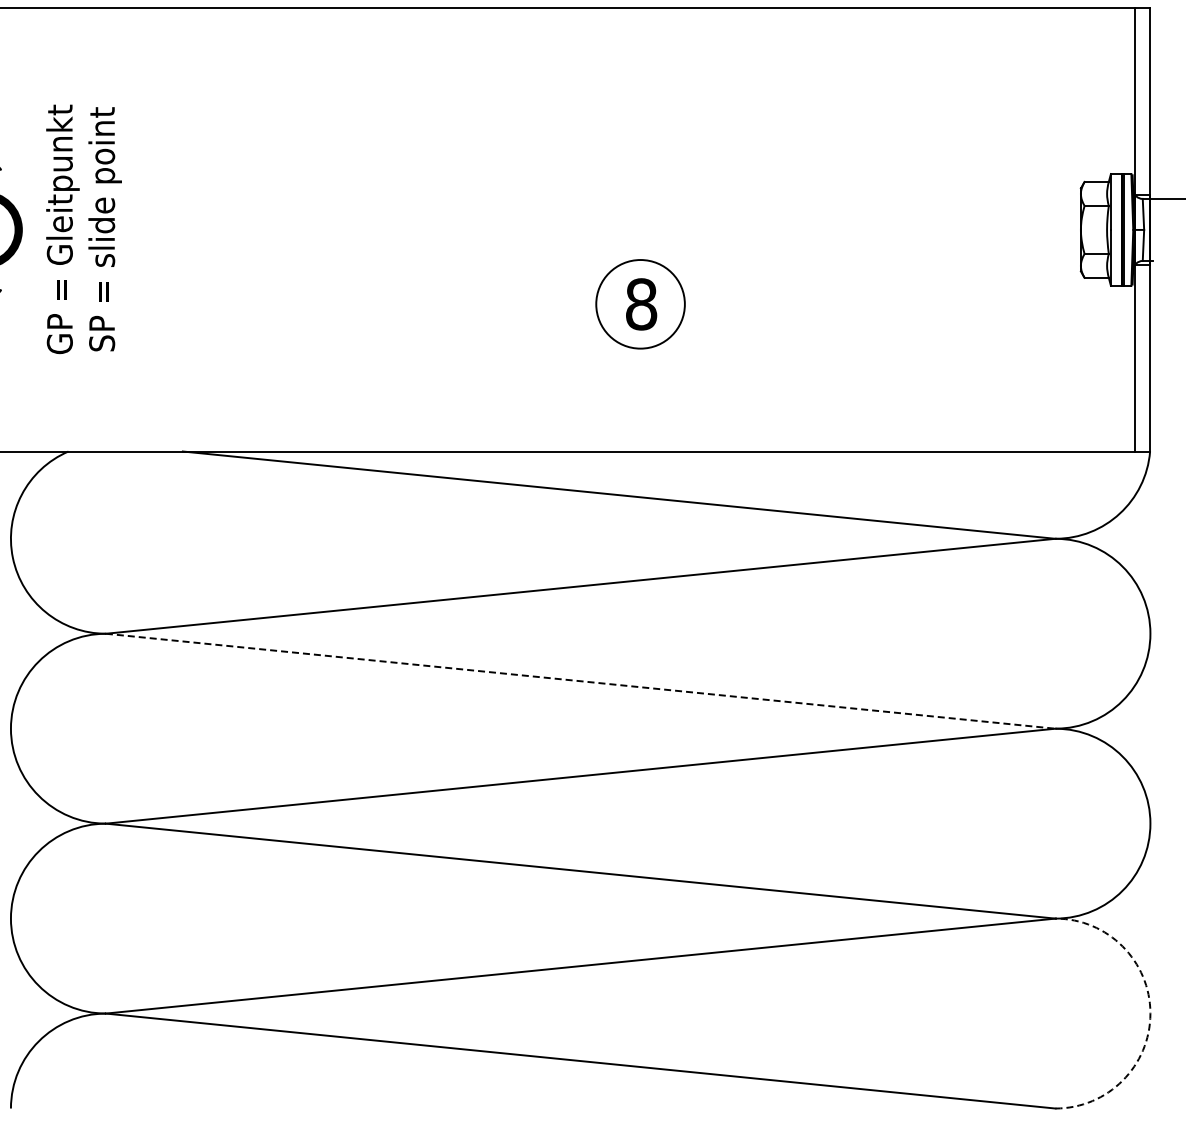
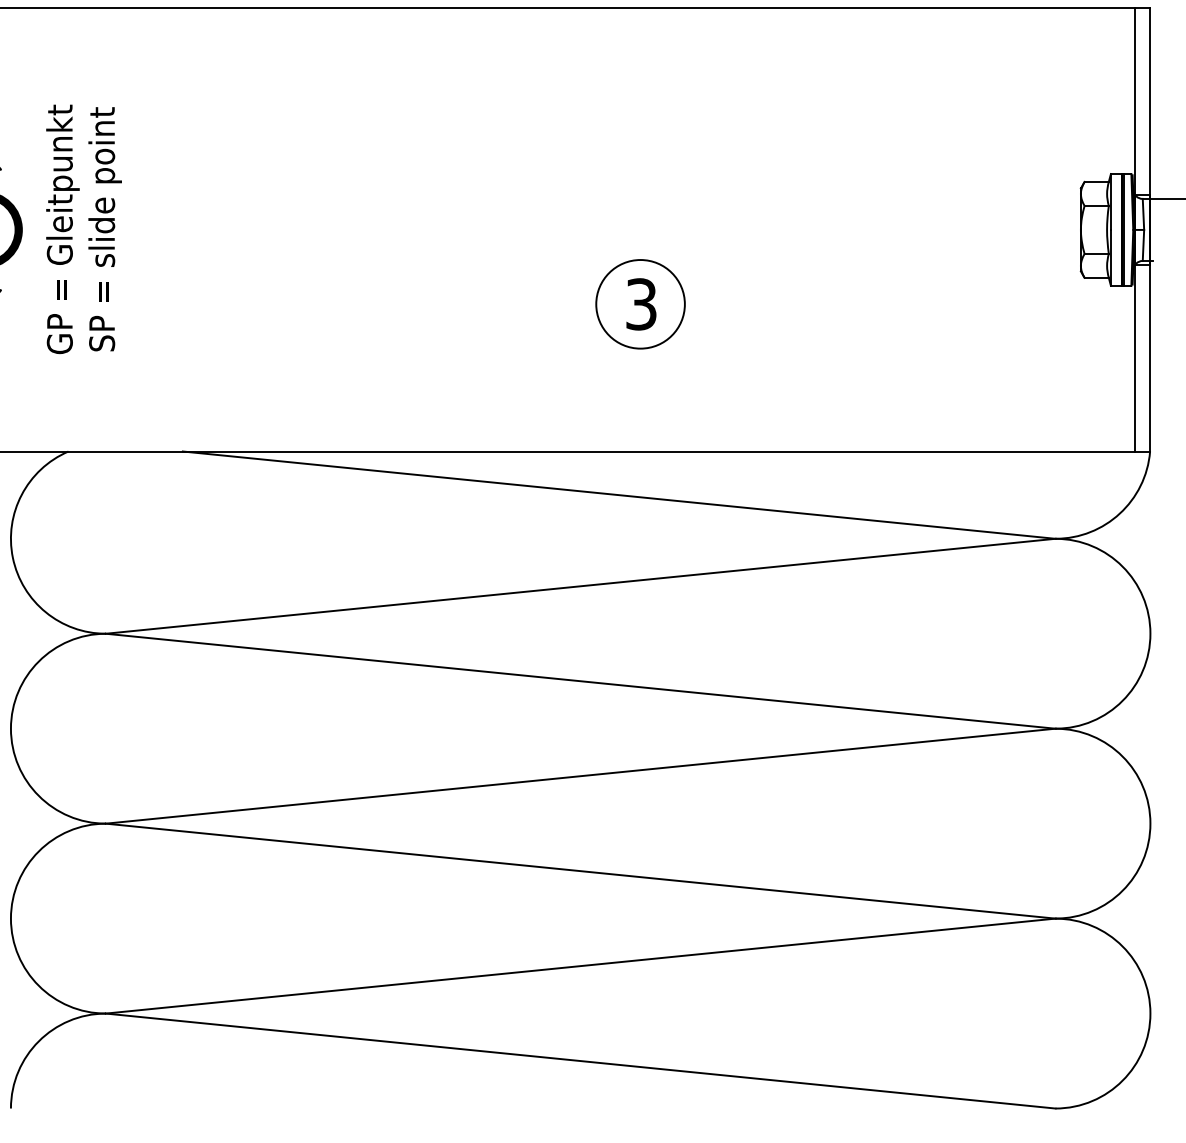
text at (641, 304): 8 -> 3
line at (581, 681): dashed -> solid
arc at (1150, 1013): dashed -> solid
